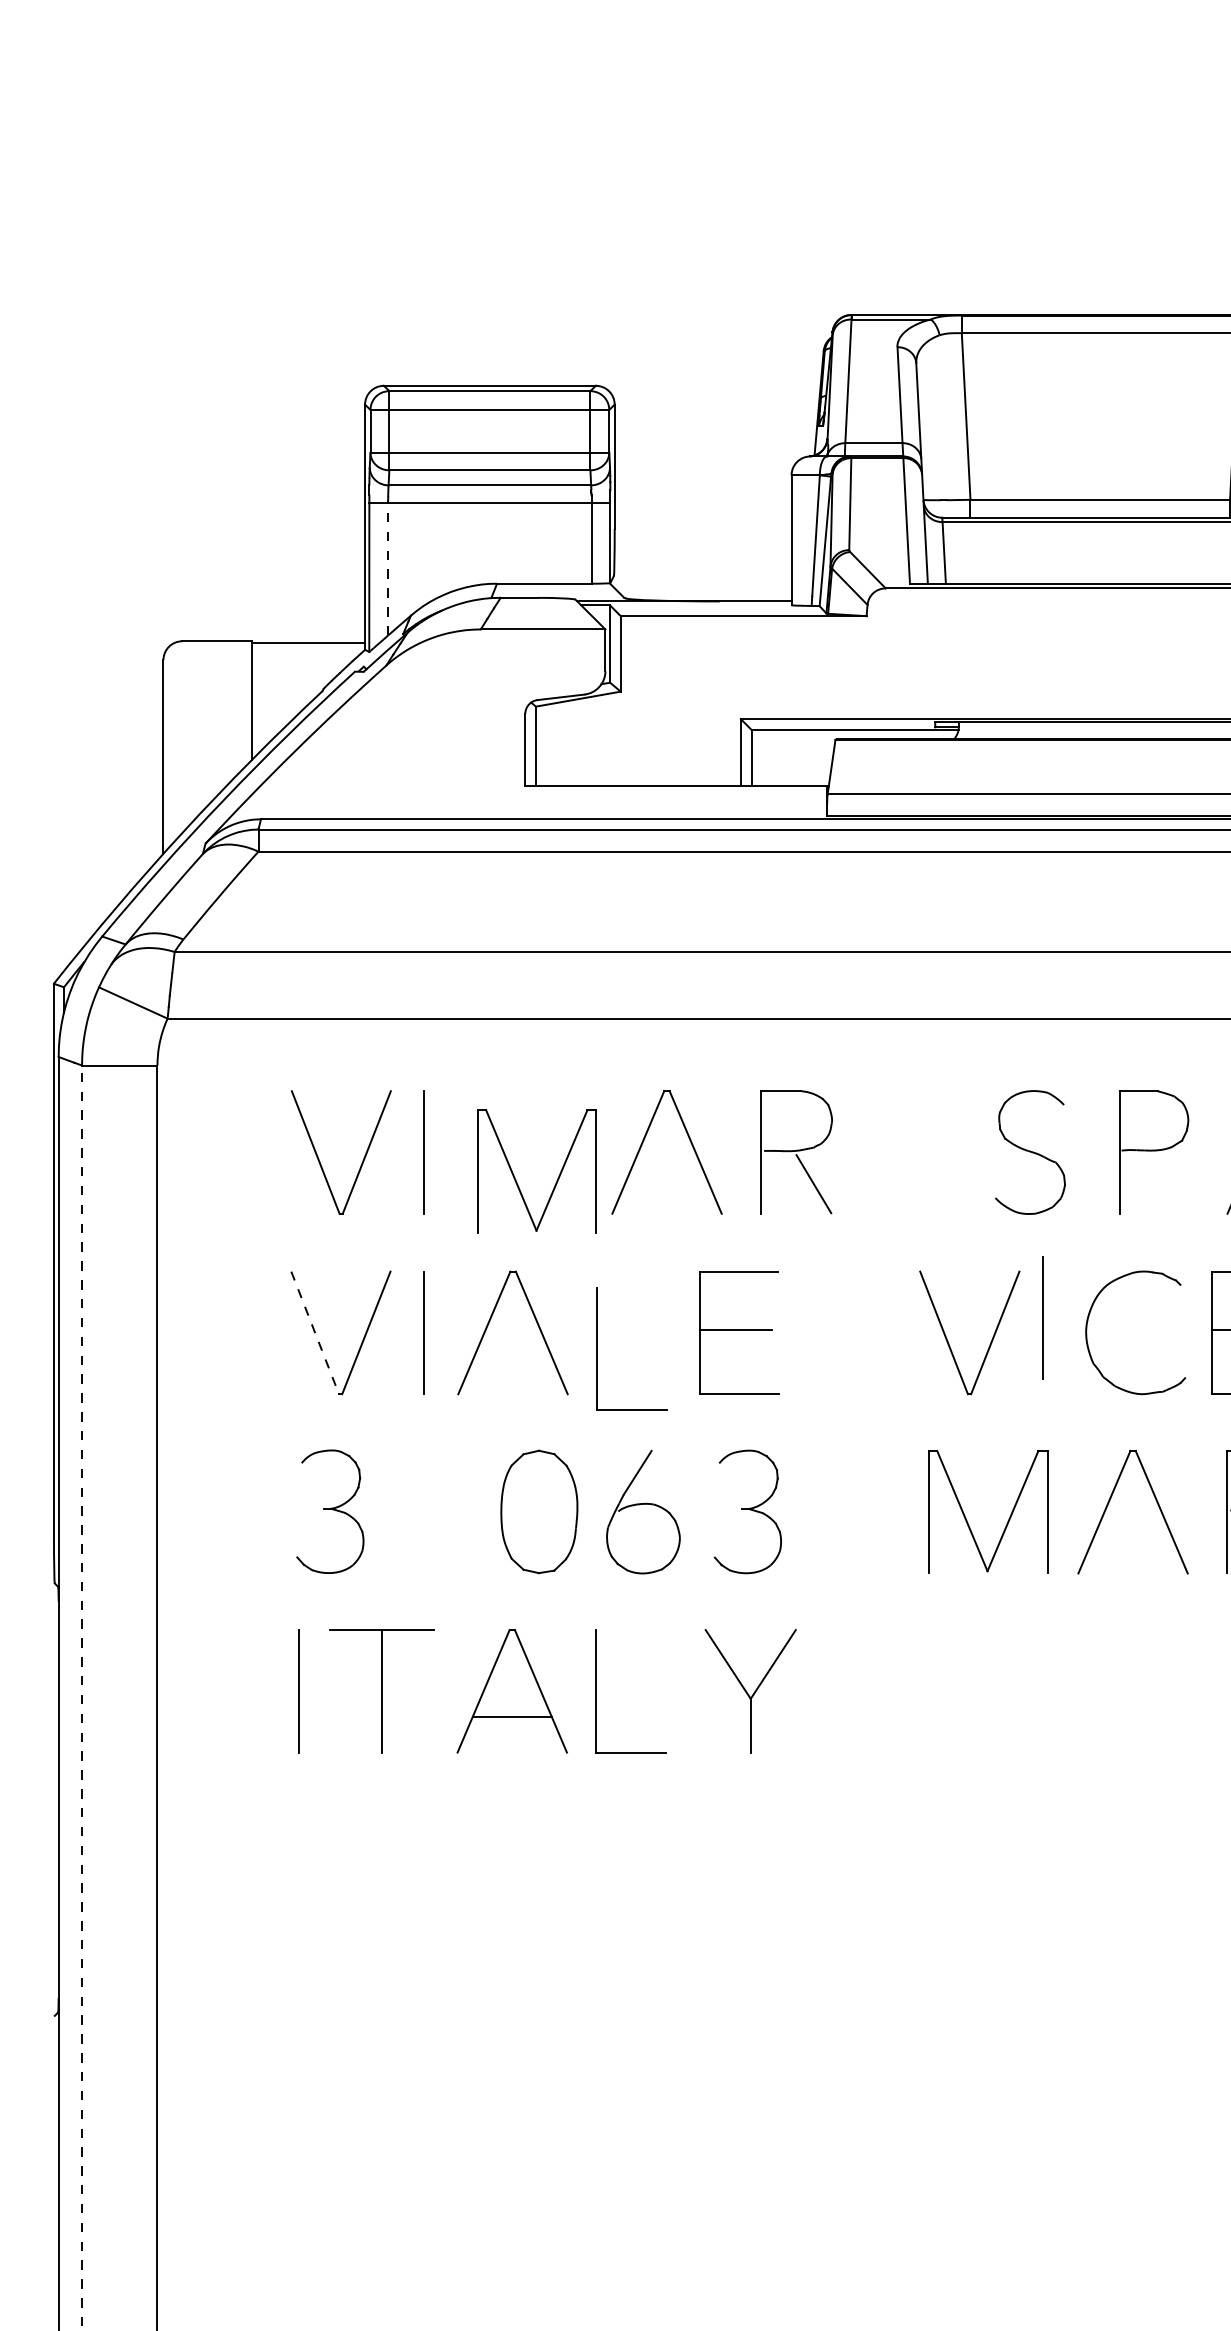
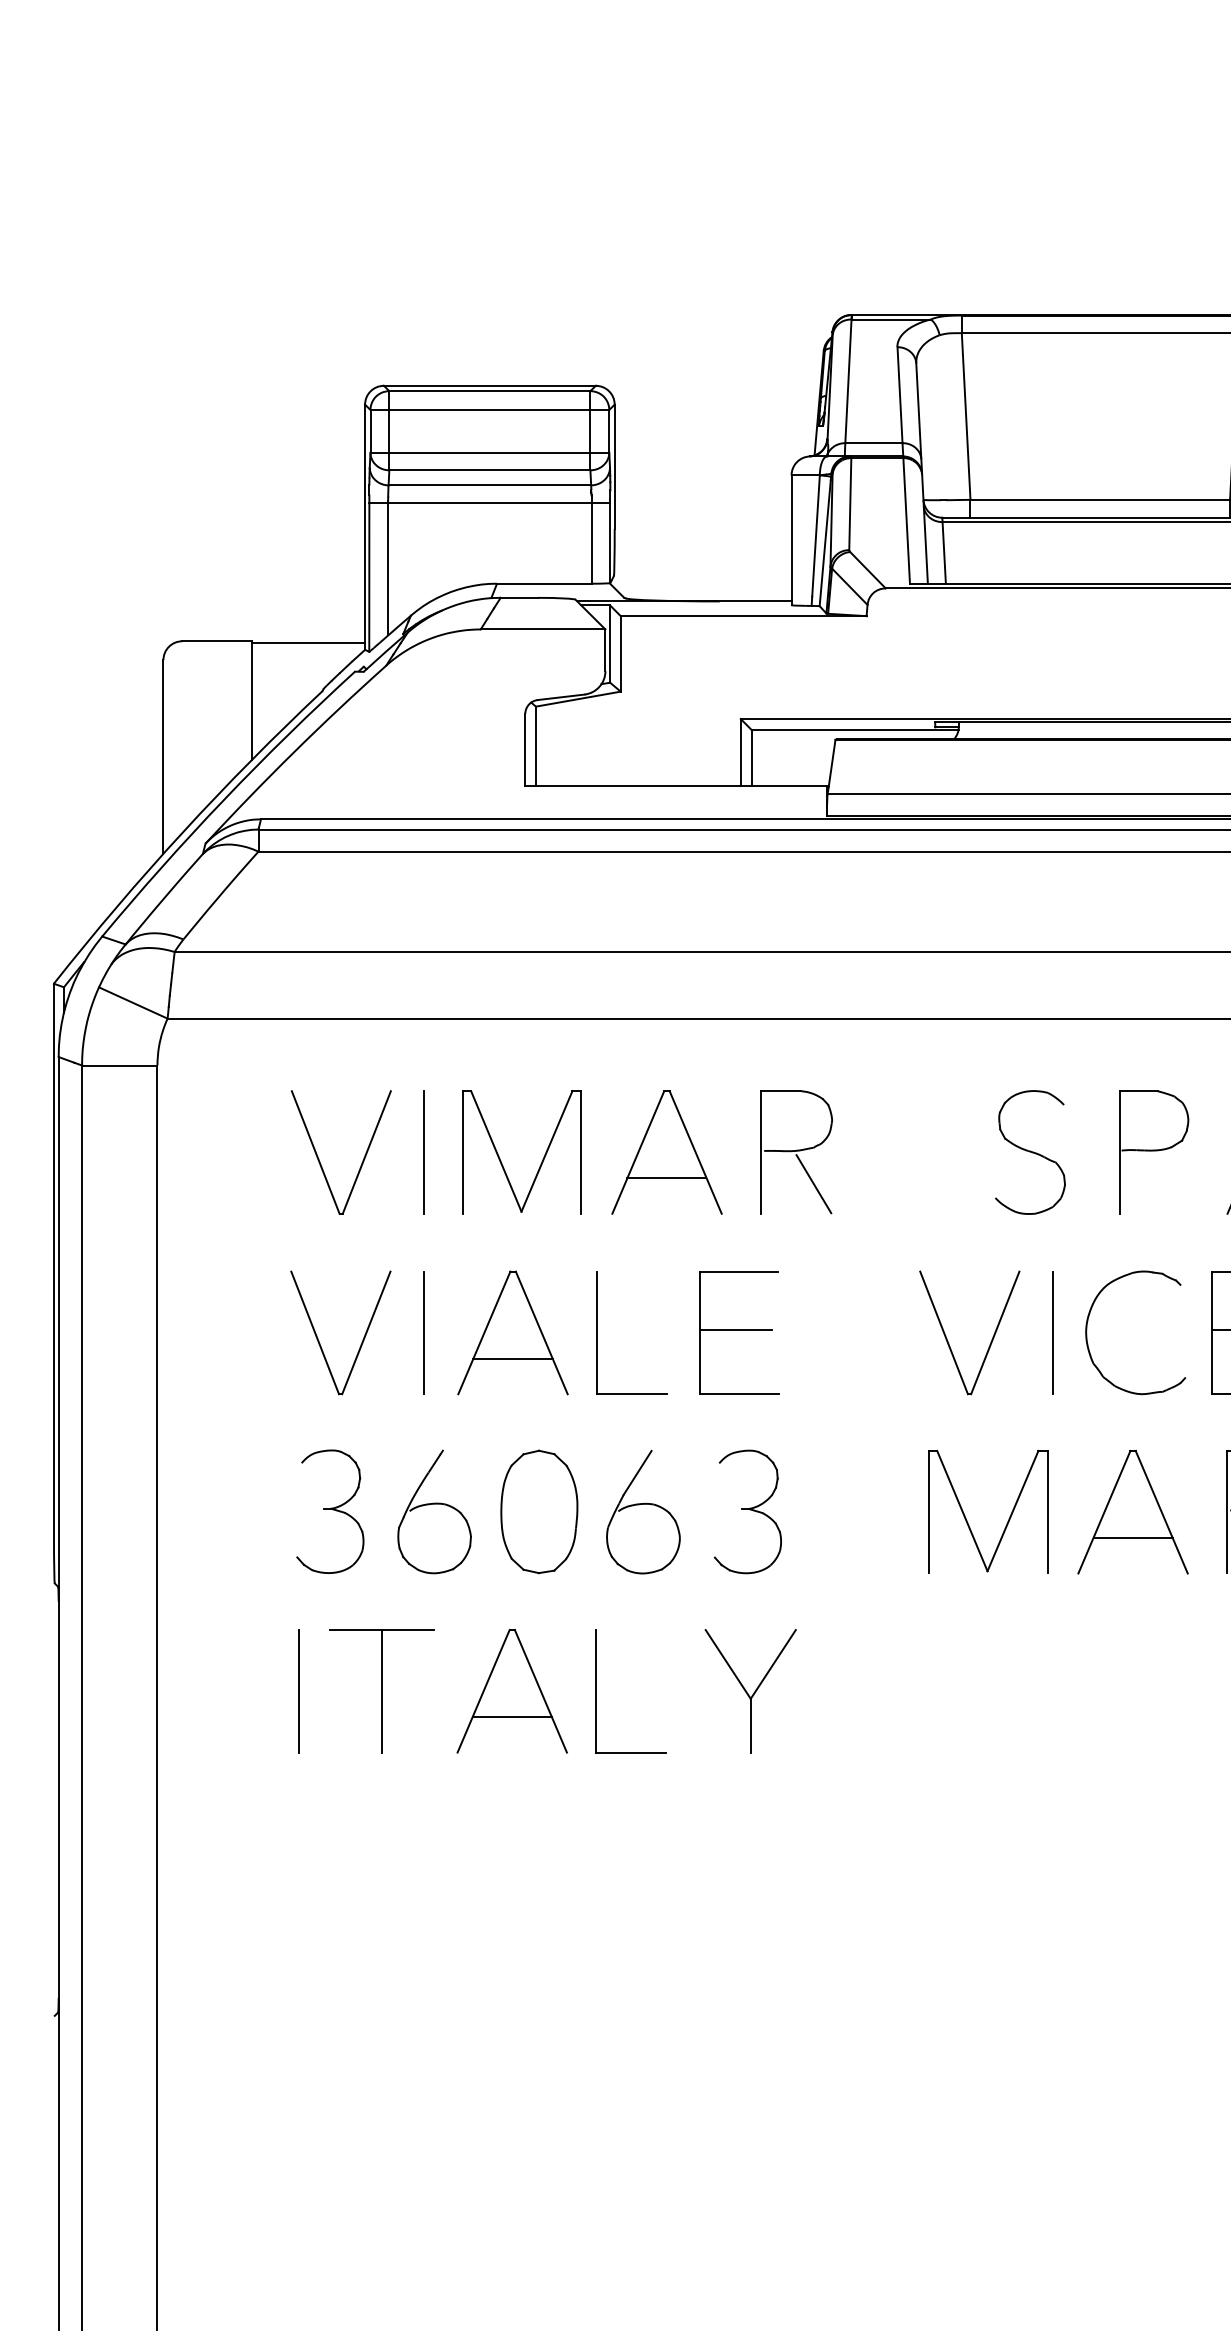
line at (388, 567): dashed -> solid
line at (666, 1178): none -> present
part at (516, 1179) position: (516, 1179) -> (501, 1160)
line at (1042, 1317) position: (1042, 1317) -> (1052, 1332)
line at (315, 1332): dashed -> solid
part at (597, 1348) position: (597, 1348) -> (597, 1332)
line at (512, 1358): none -> present
part at (434, 1511): none -> present
line at (1132, 1537): none -> present
line at (82, 1697): dashed -> solid
